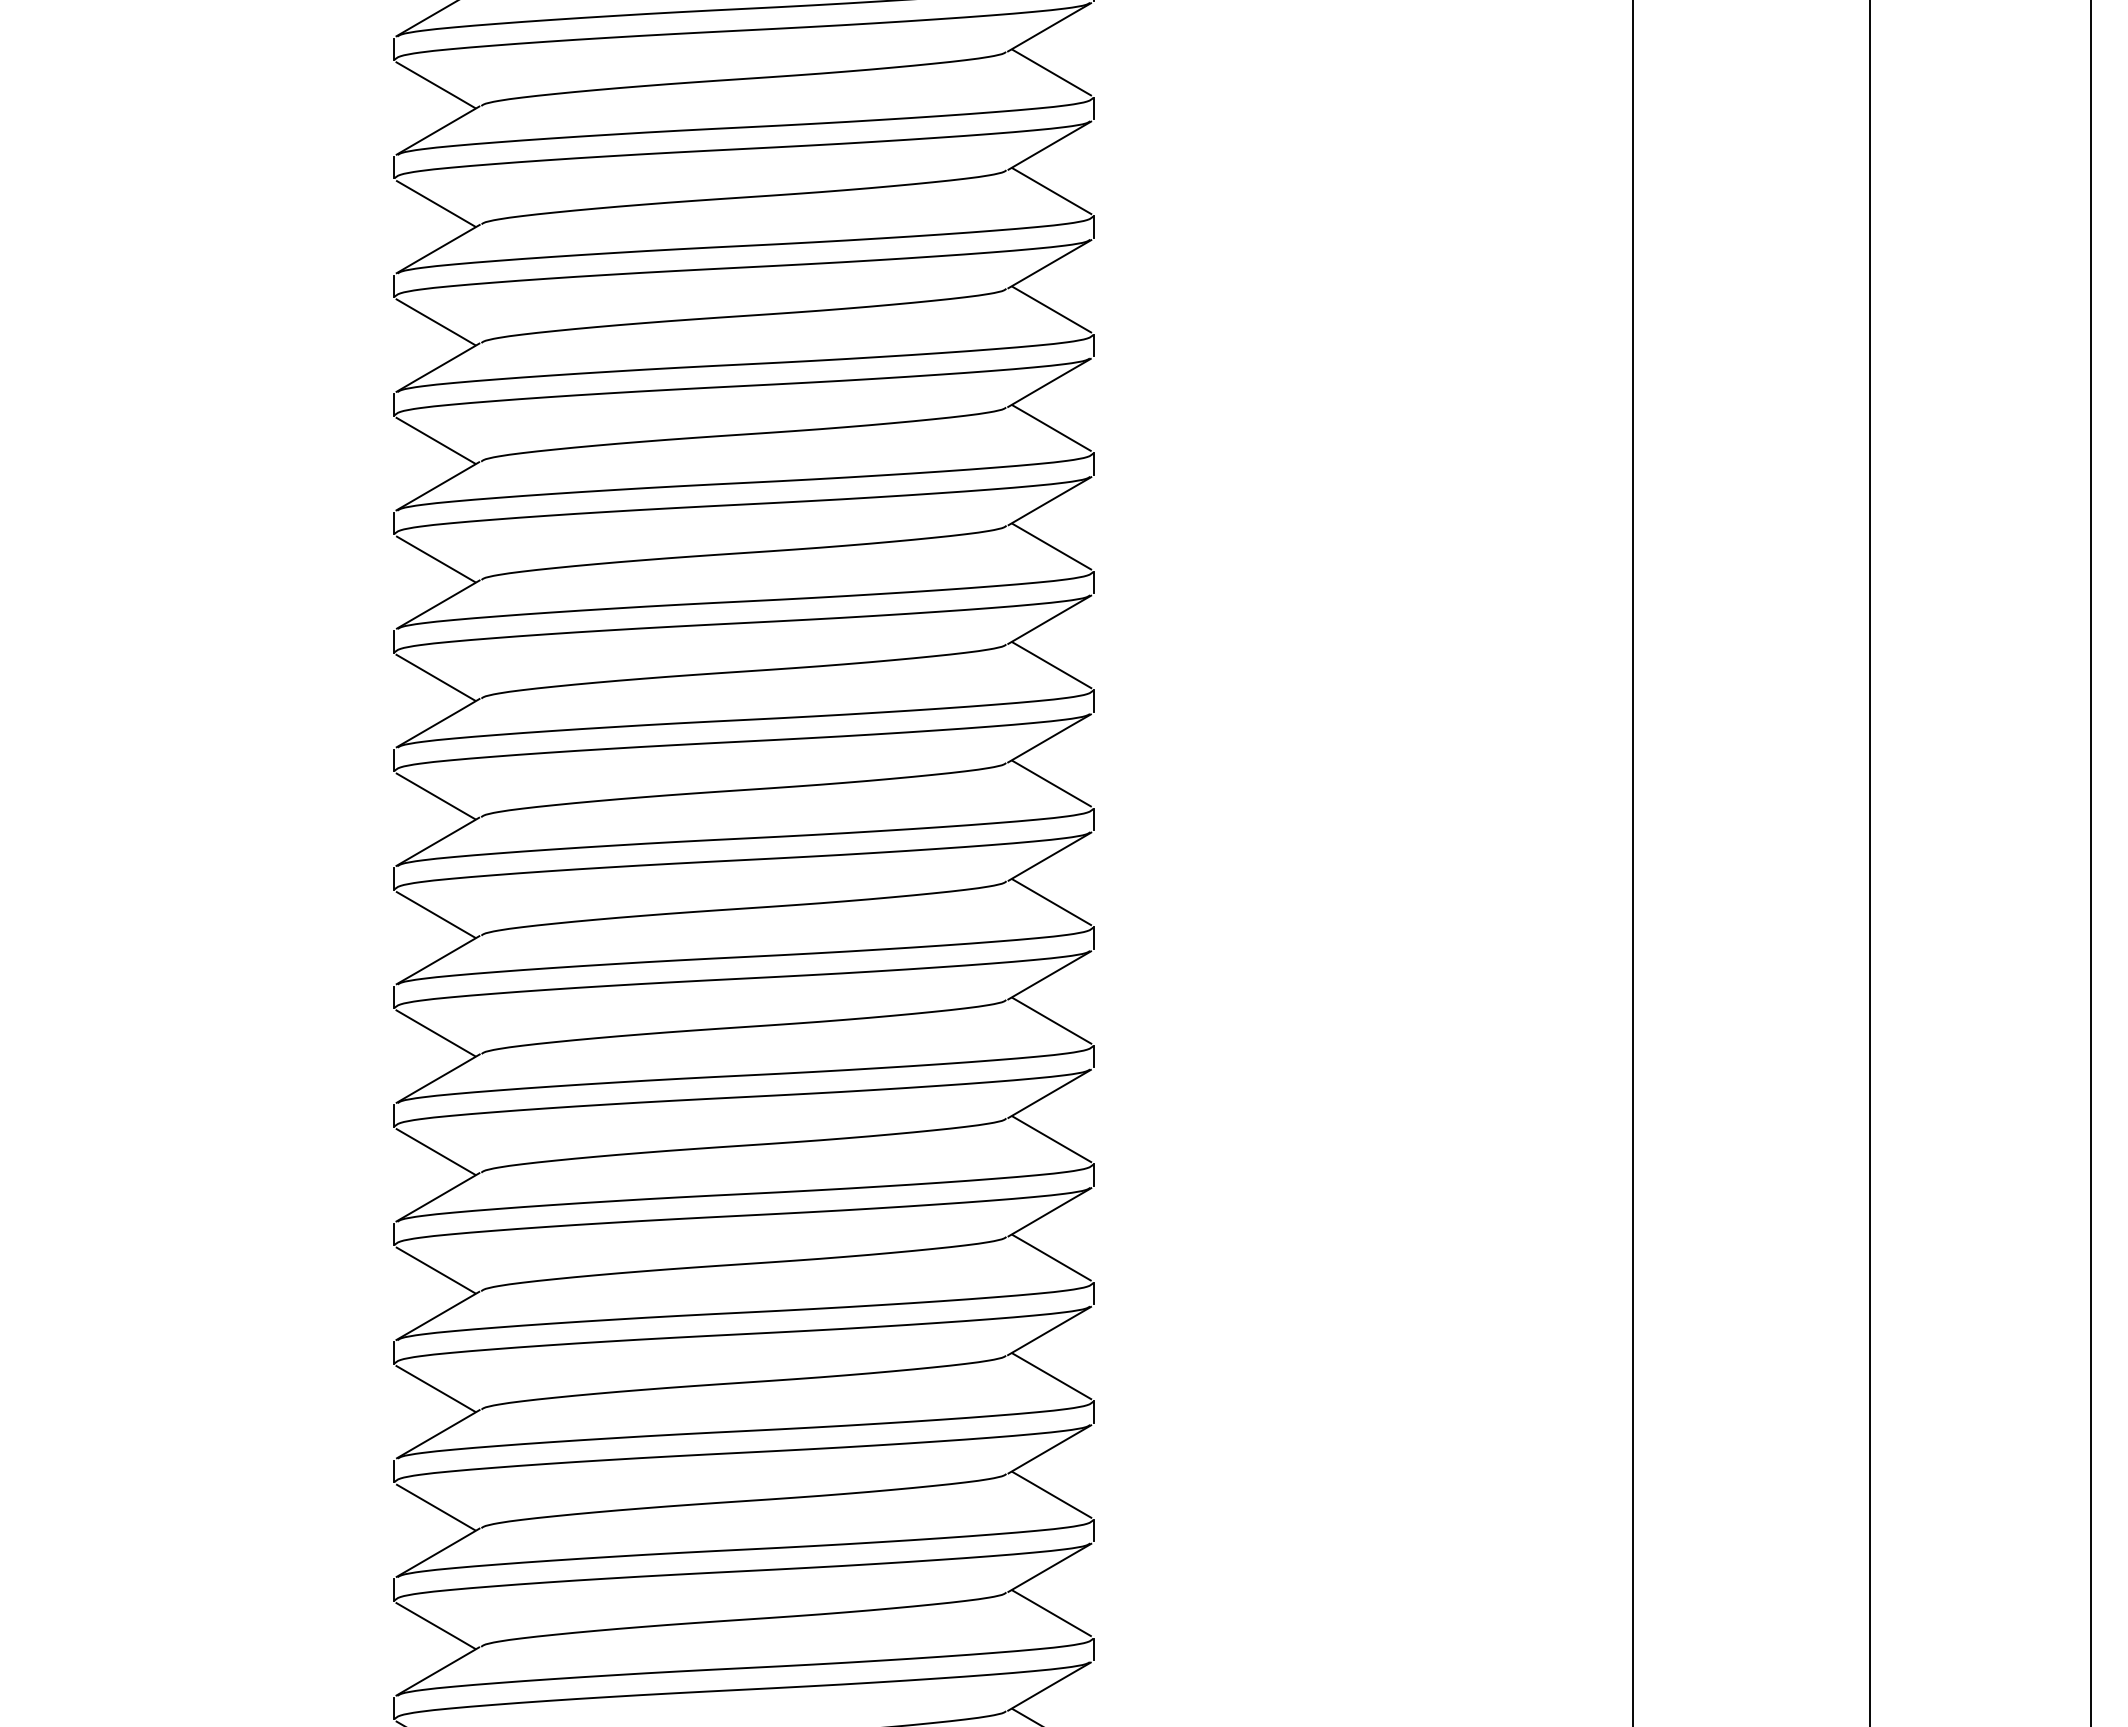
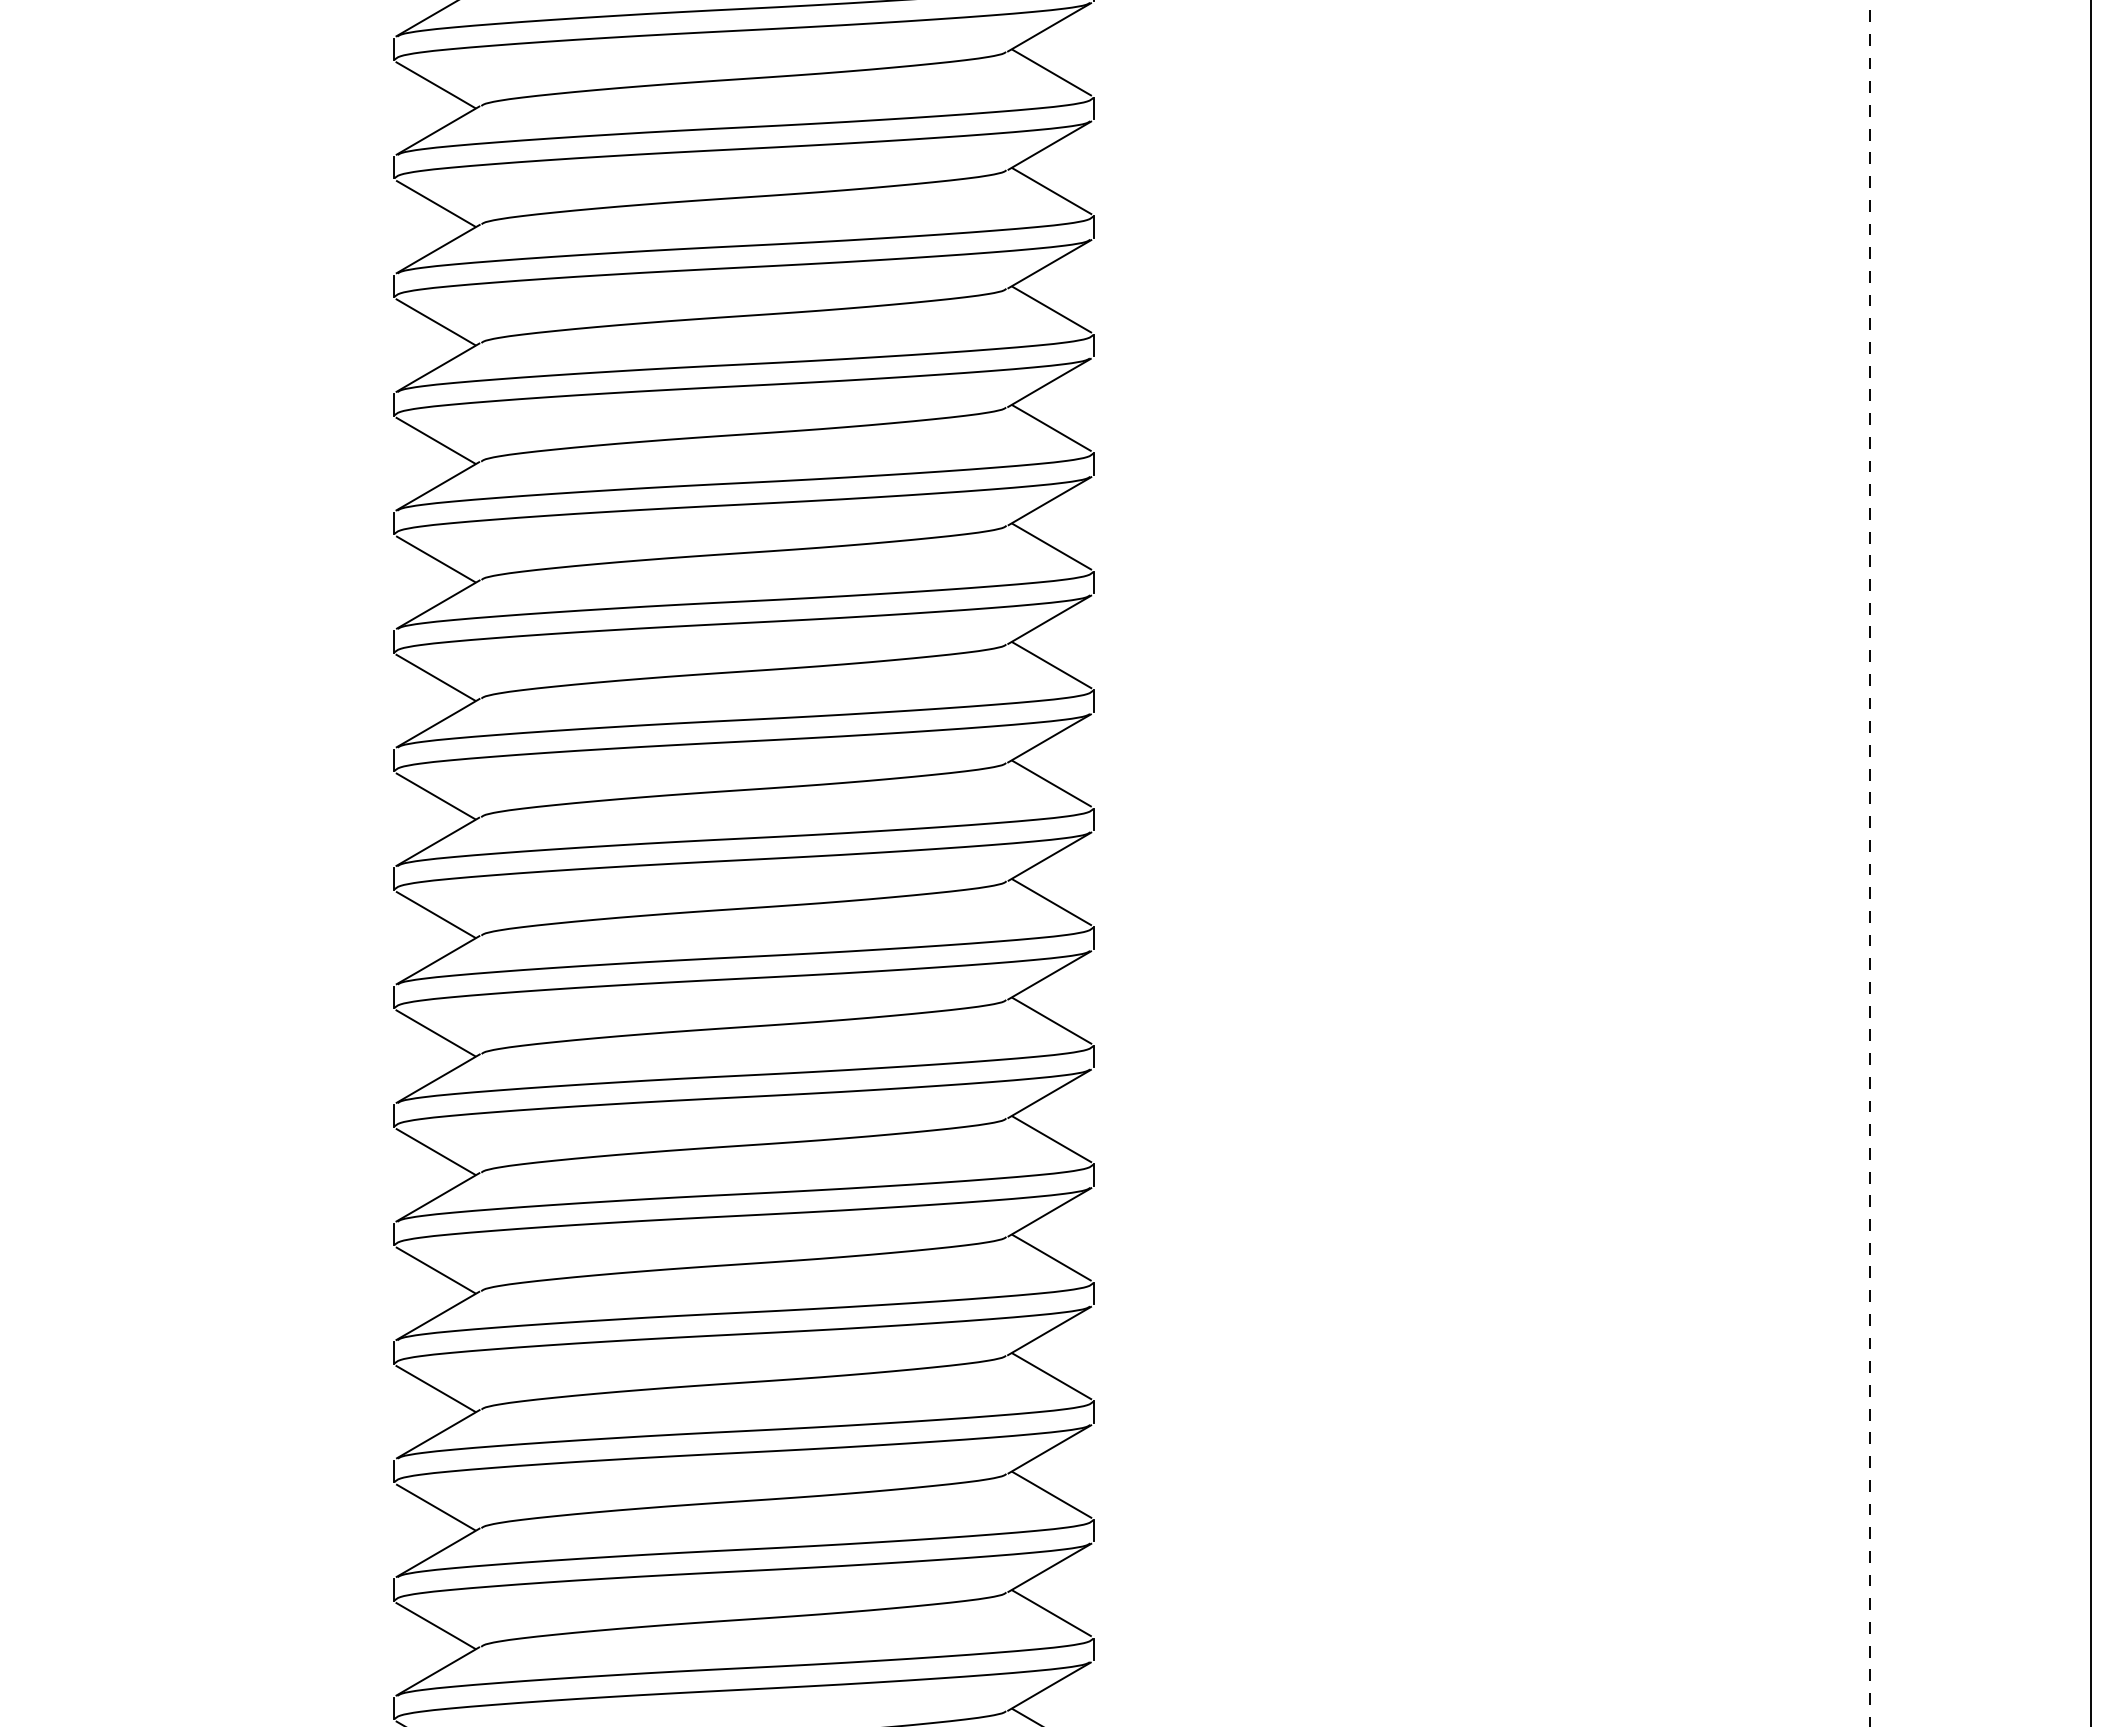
line at (1632, 862): present -> none
line at (1869, 863): solid -> dashed
